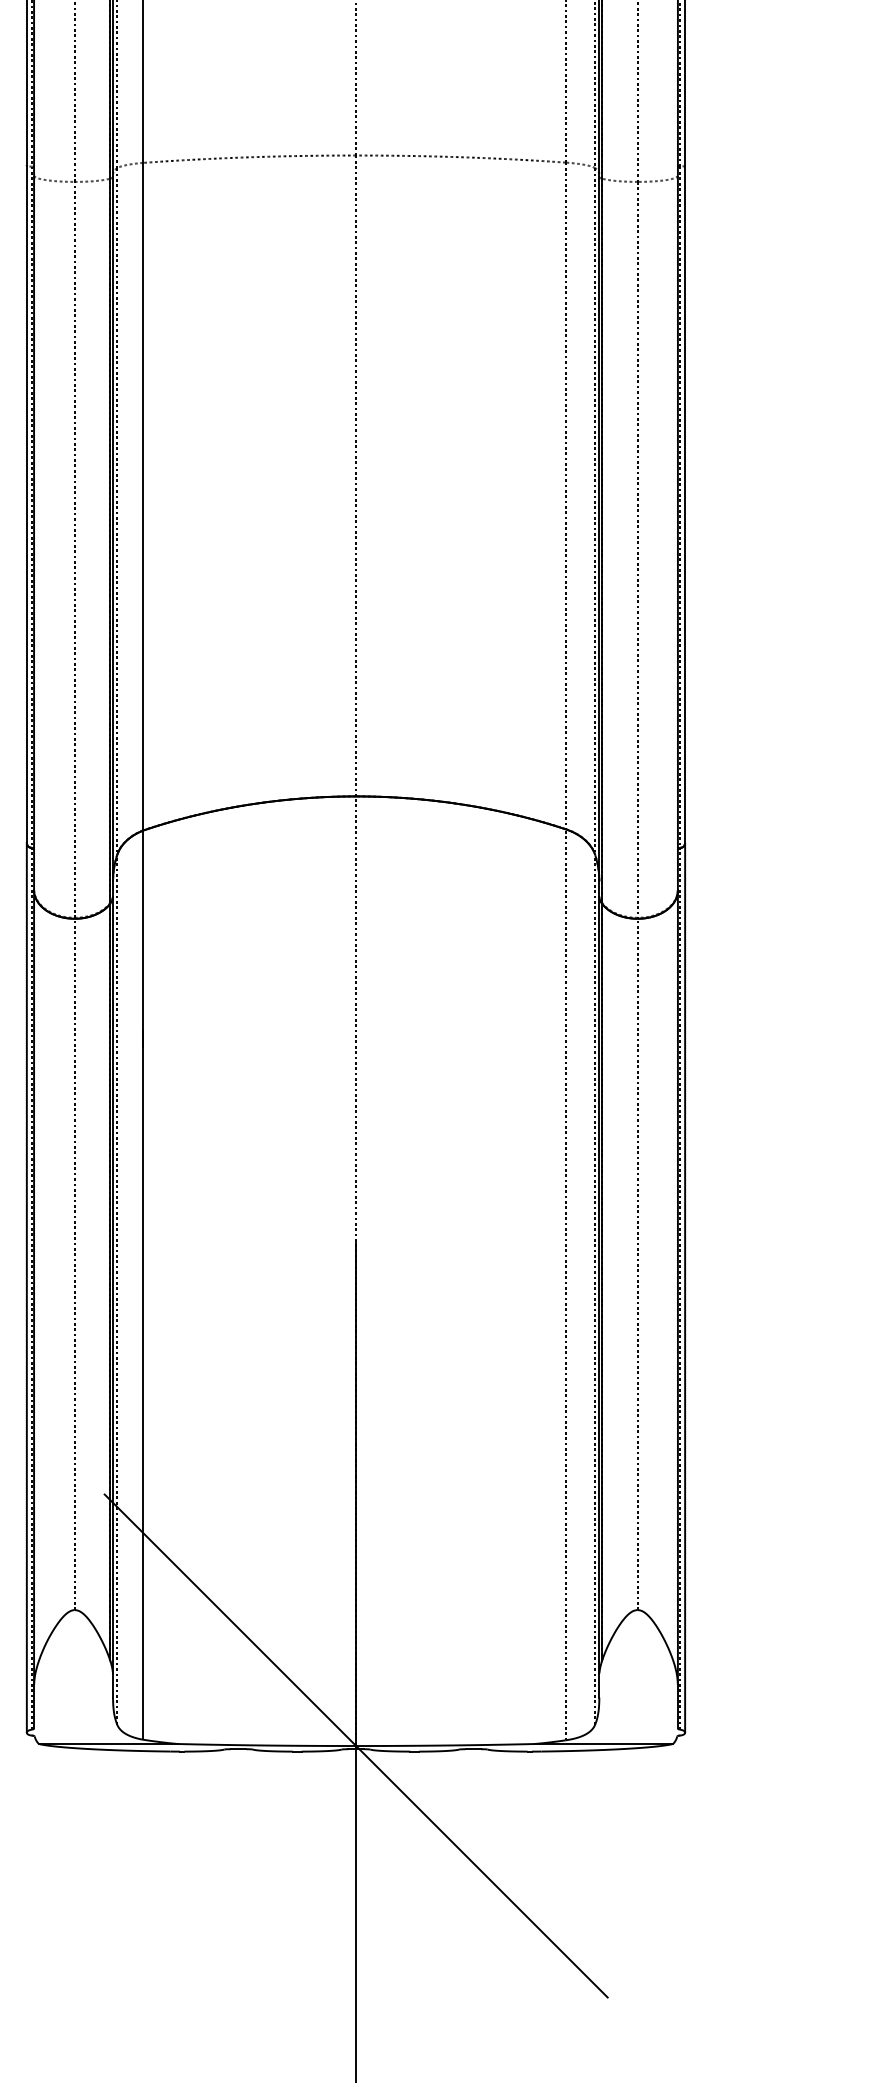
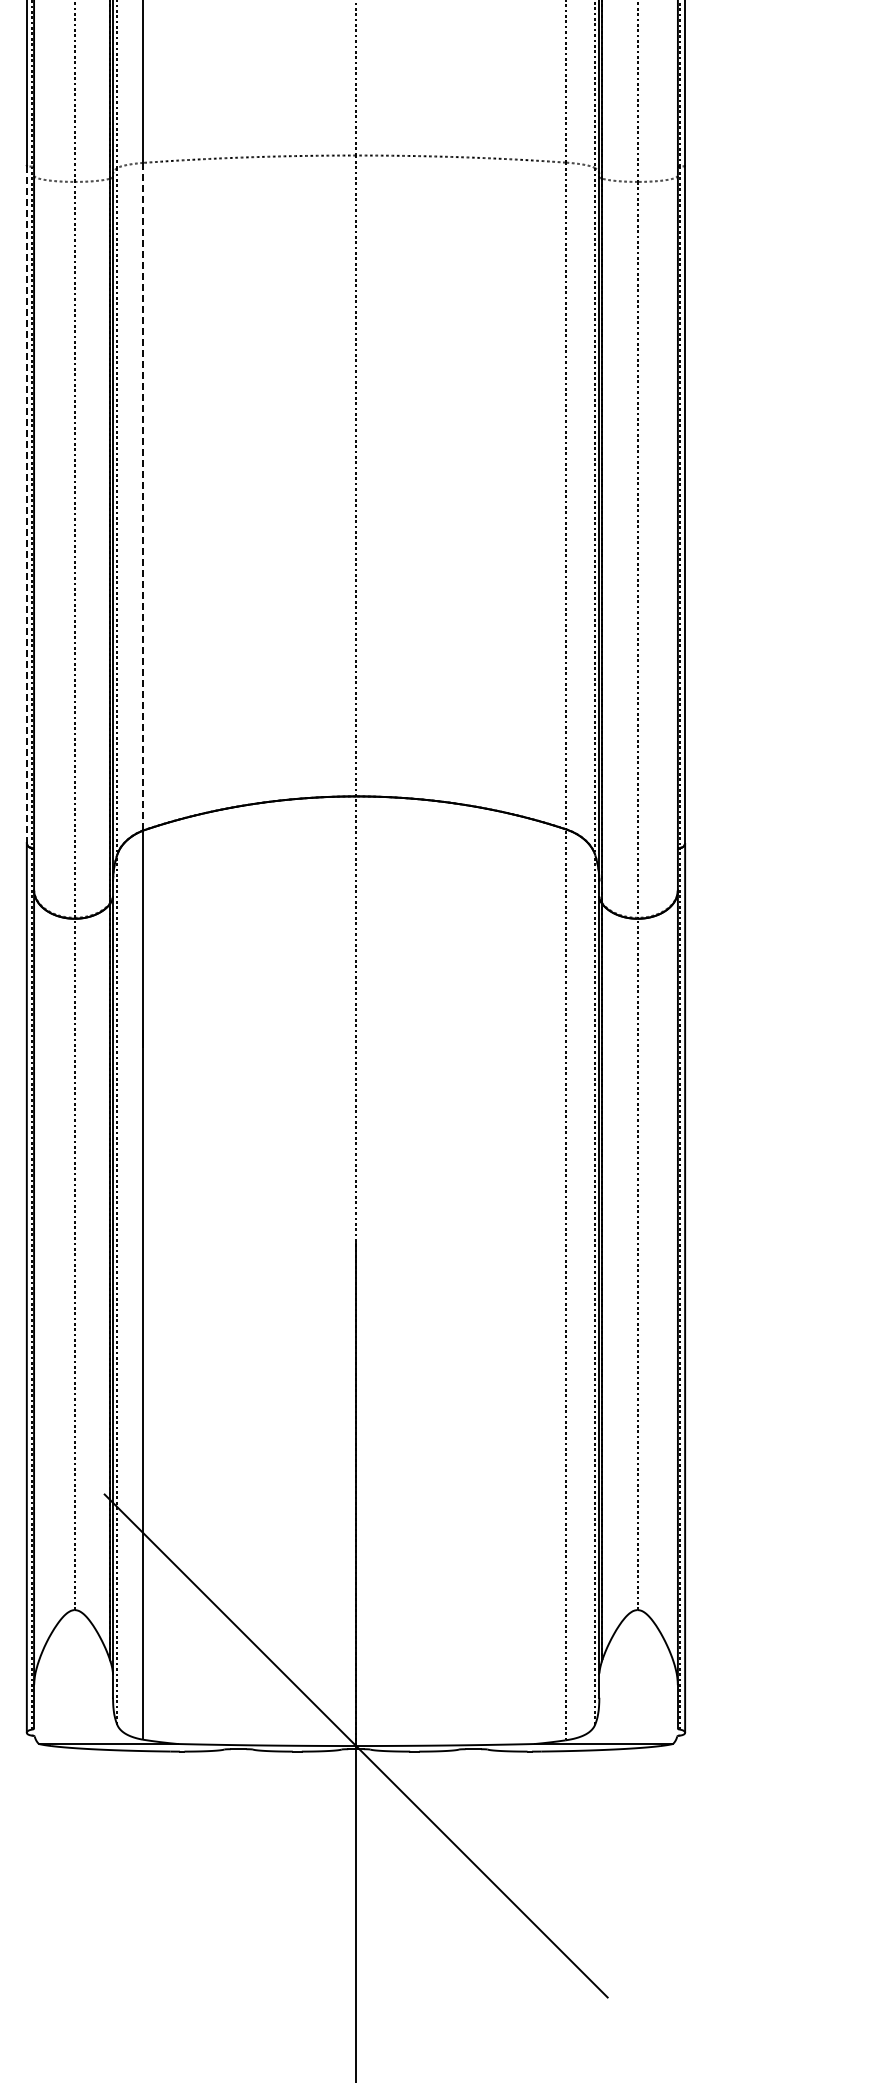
line at (142, 496): solid -> dashed
line at (26, 504): solid -> dashed
